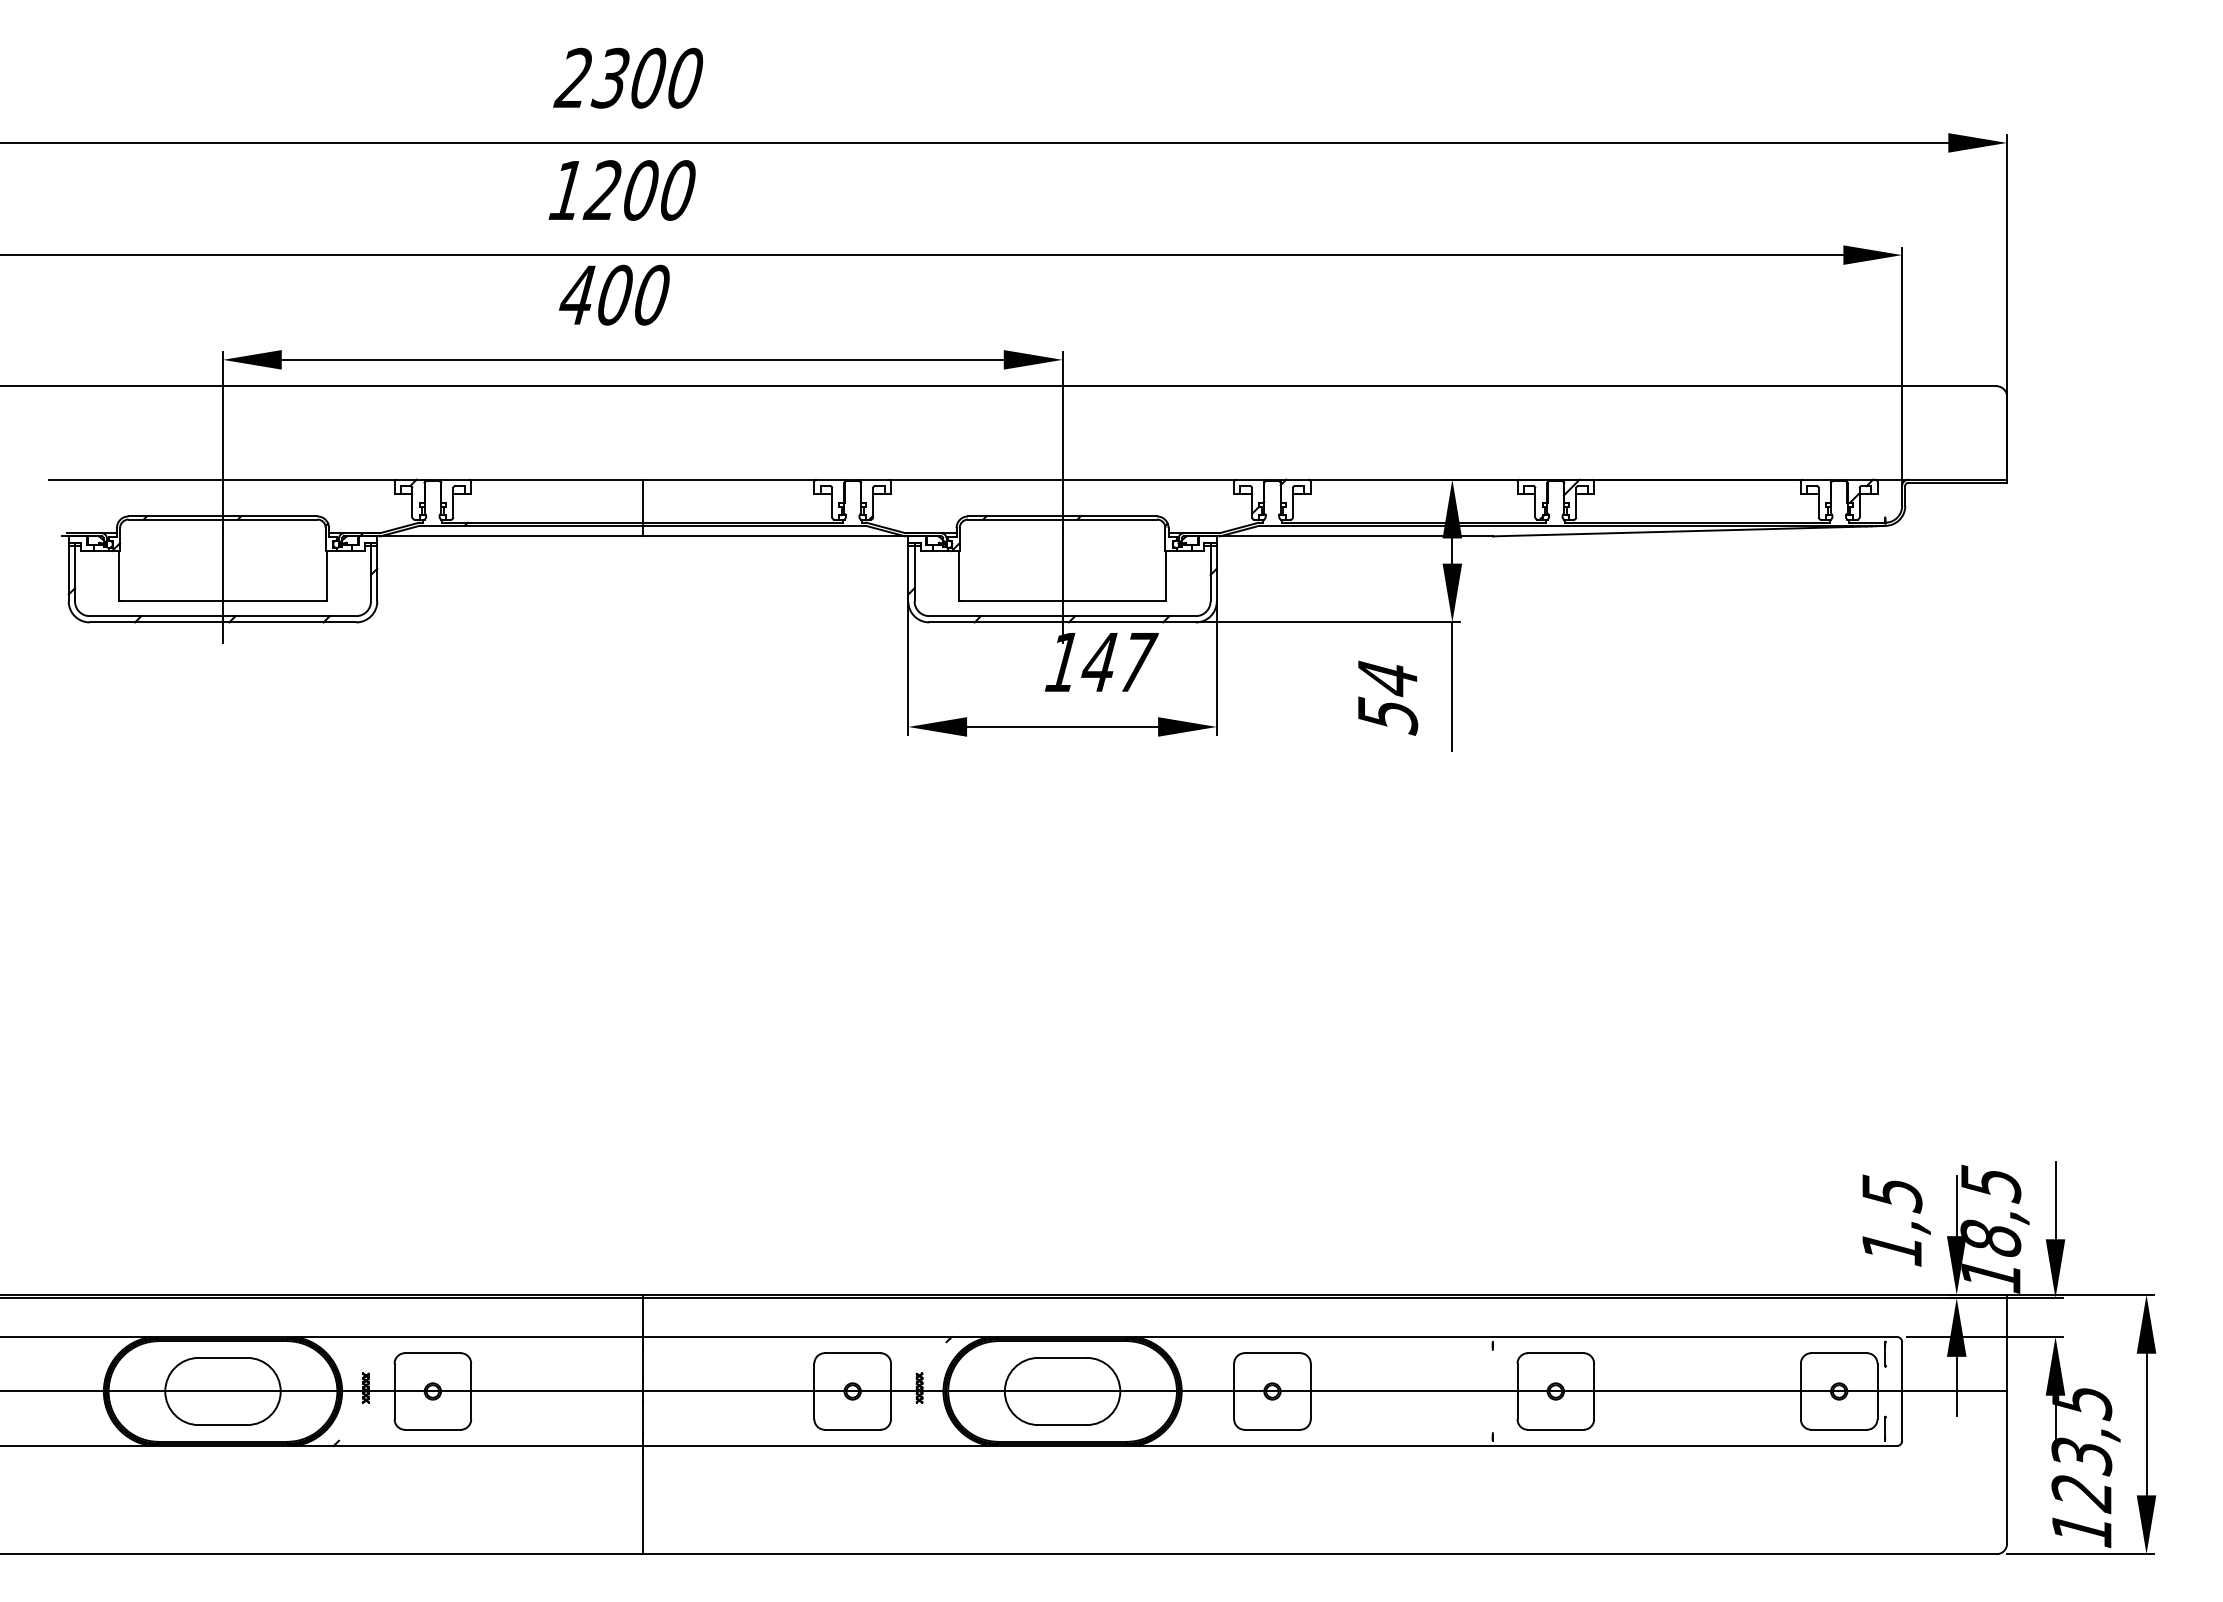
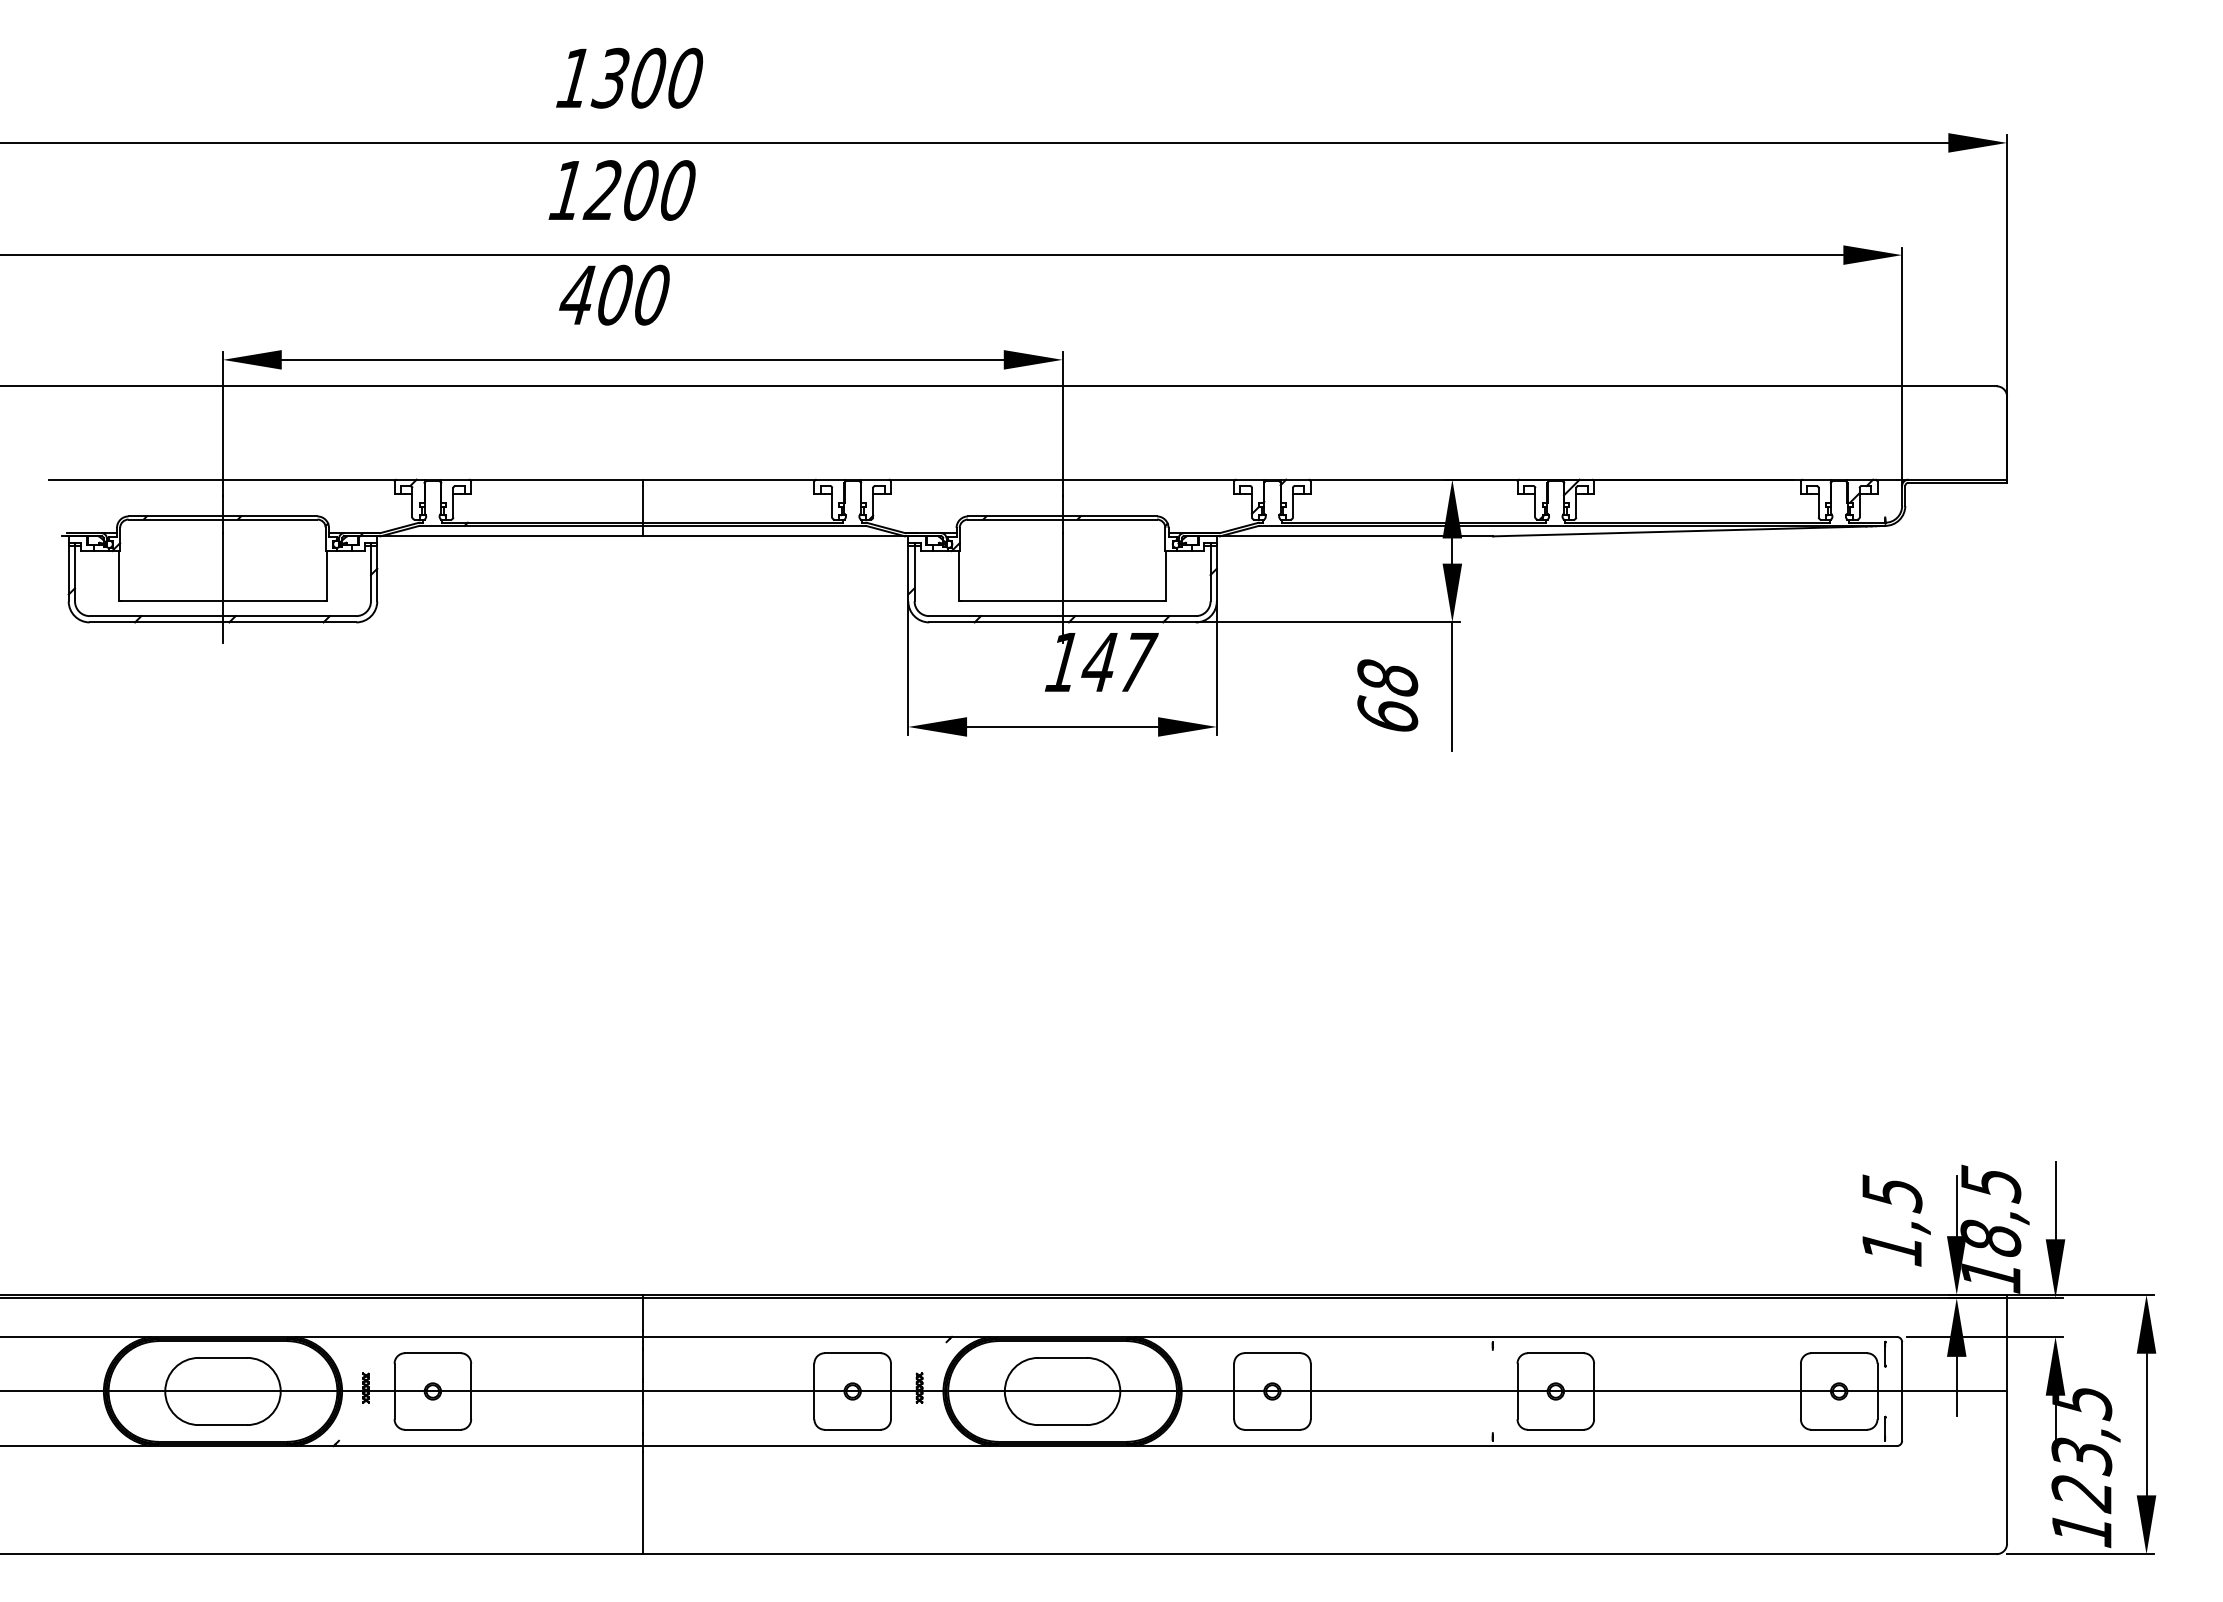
text at (572, 77): 2300 -> 1300
text at (1387, 697): 54 -> 68
